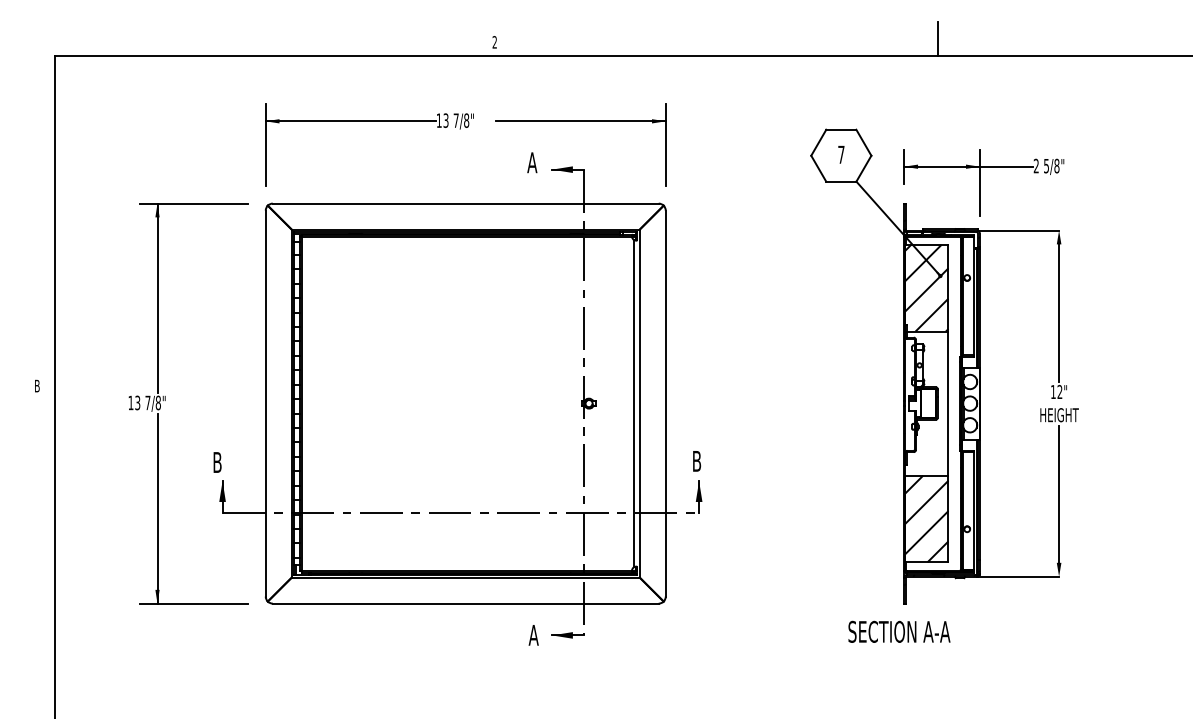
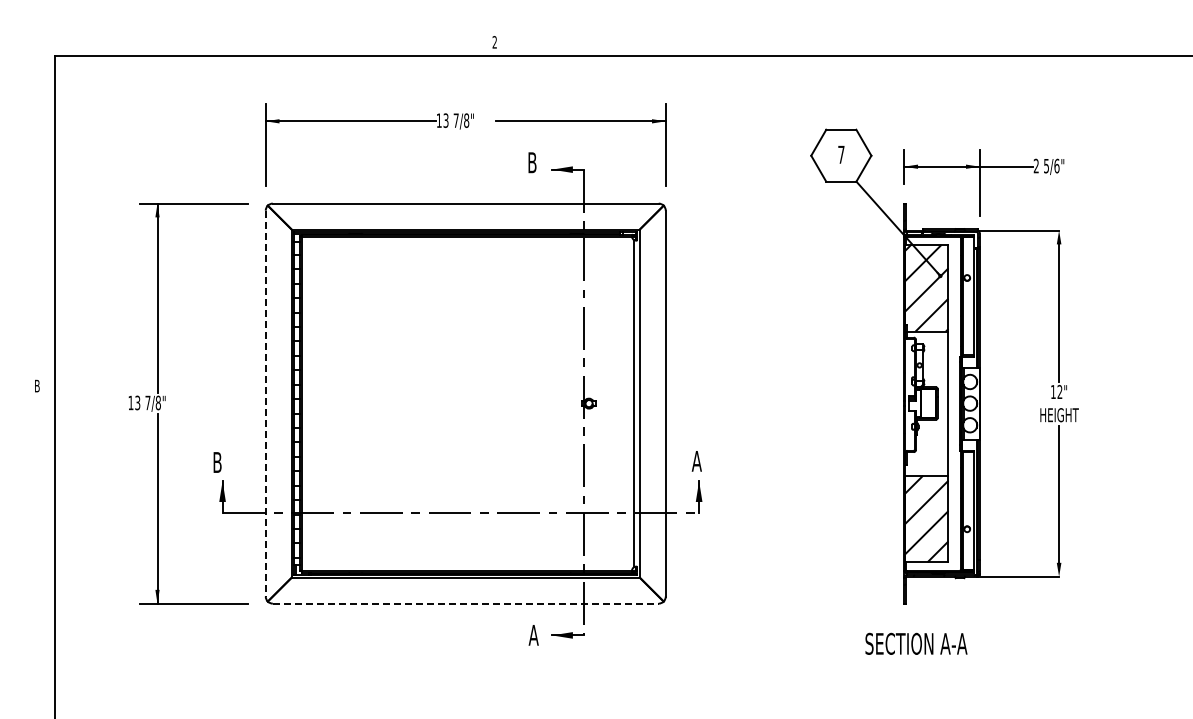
line at (938, 38): present -> none
text at (532, 162): A -> B
text at (1056, 165): 5/8" -> 5/6"
line at (265, 403): solid -> dashed
text at (696, 461): B -> A
line at (465, 603): solid -> dashed
text at (899, 631) position: (899, 631) -> (916, 643)
